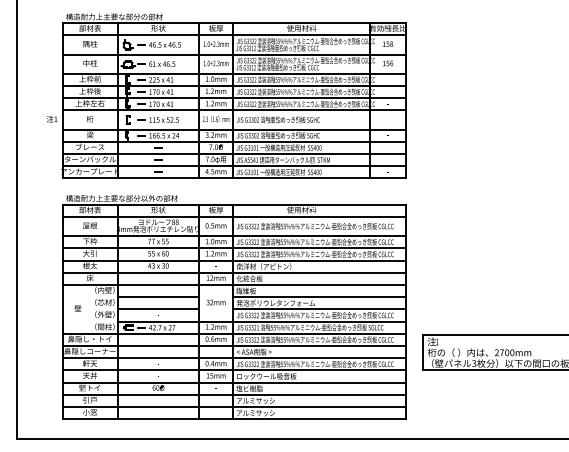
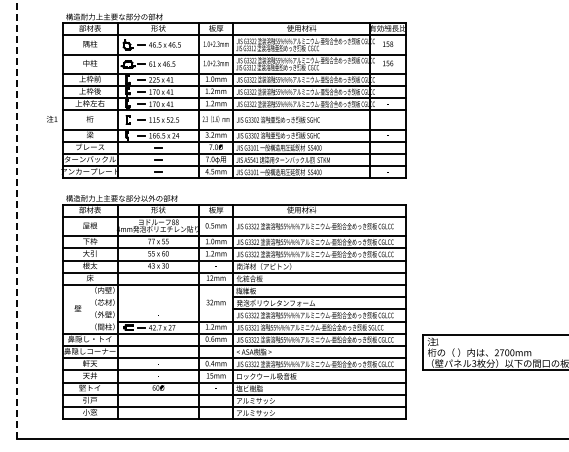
line at (17, 219): solid -> dashed
line at (158, 297): present -> none
line at (158, 309): present -> none
